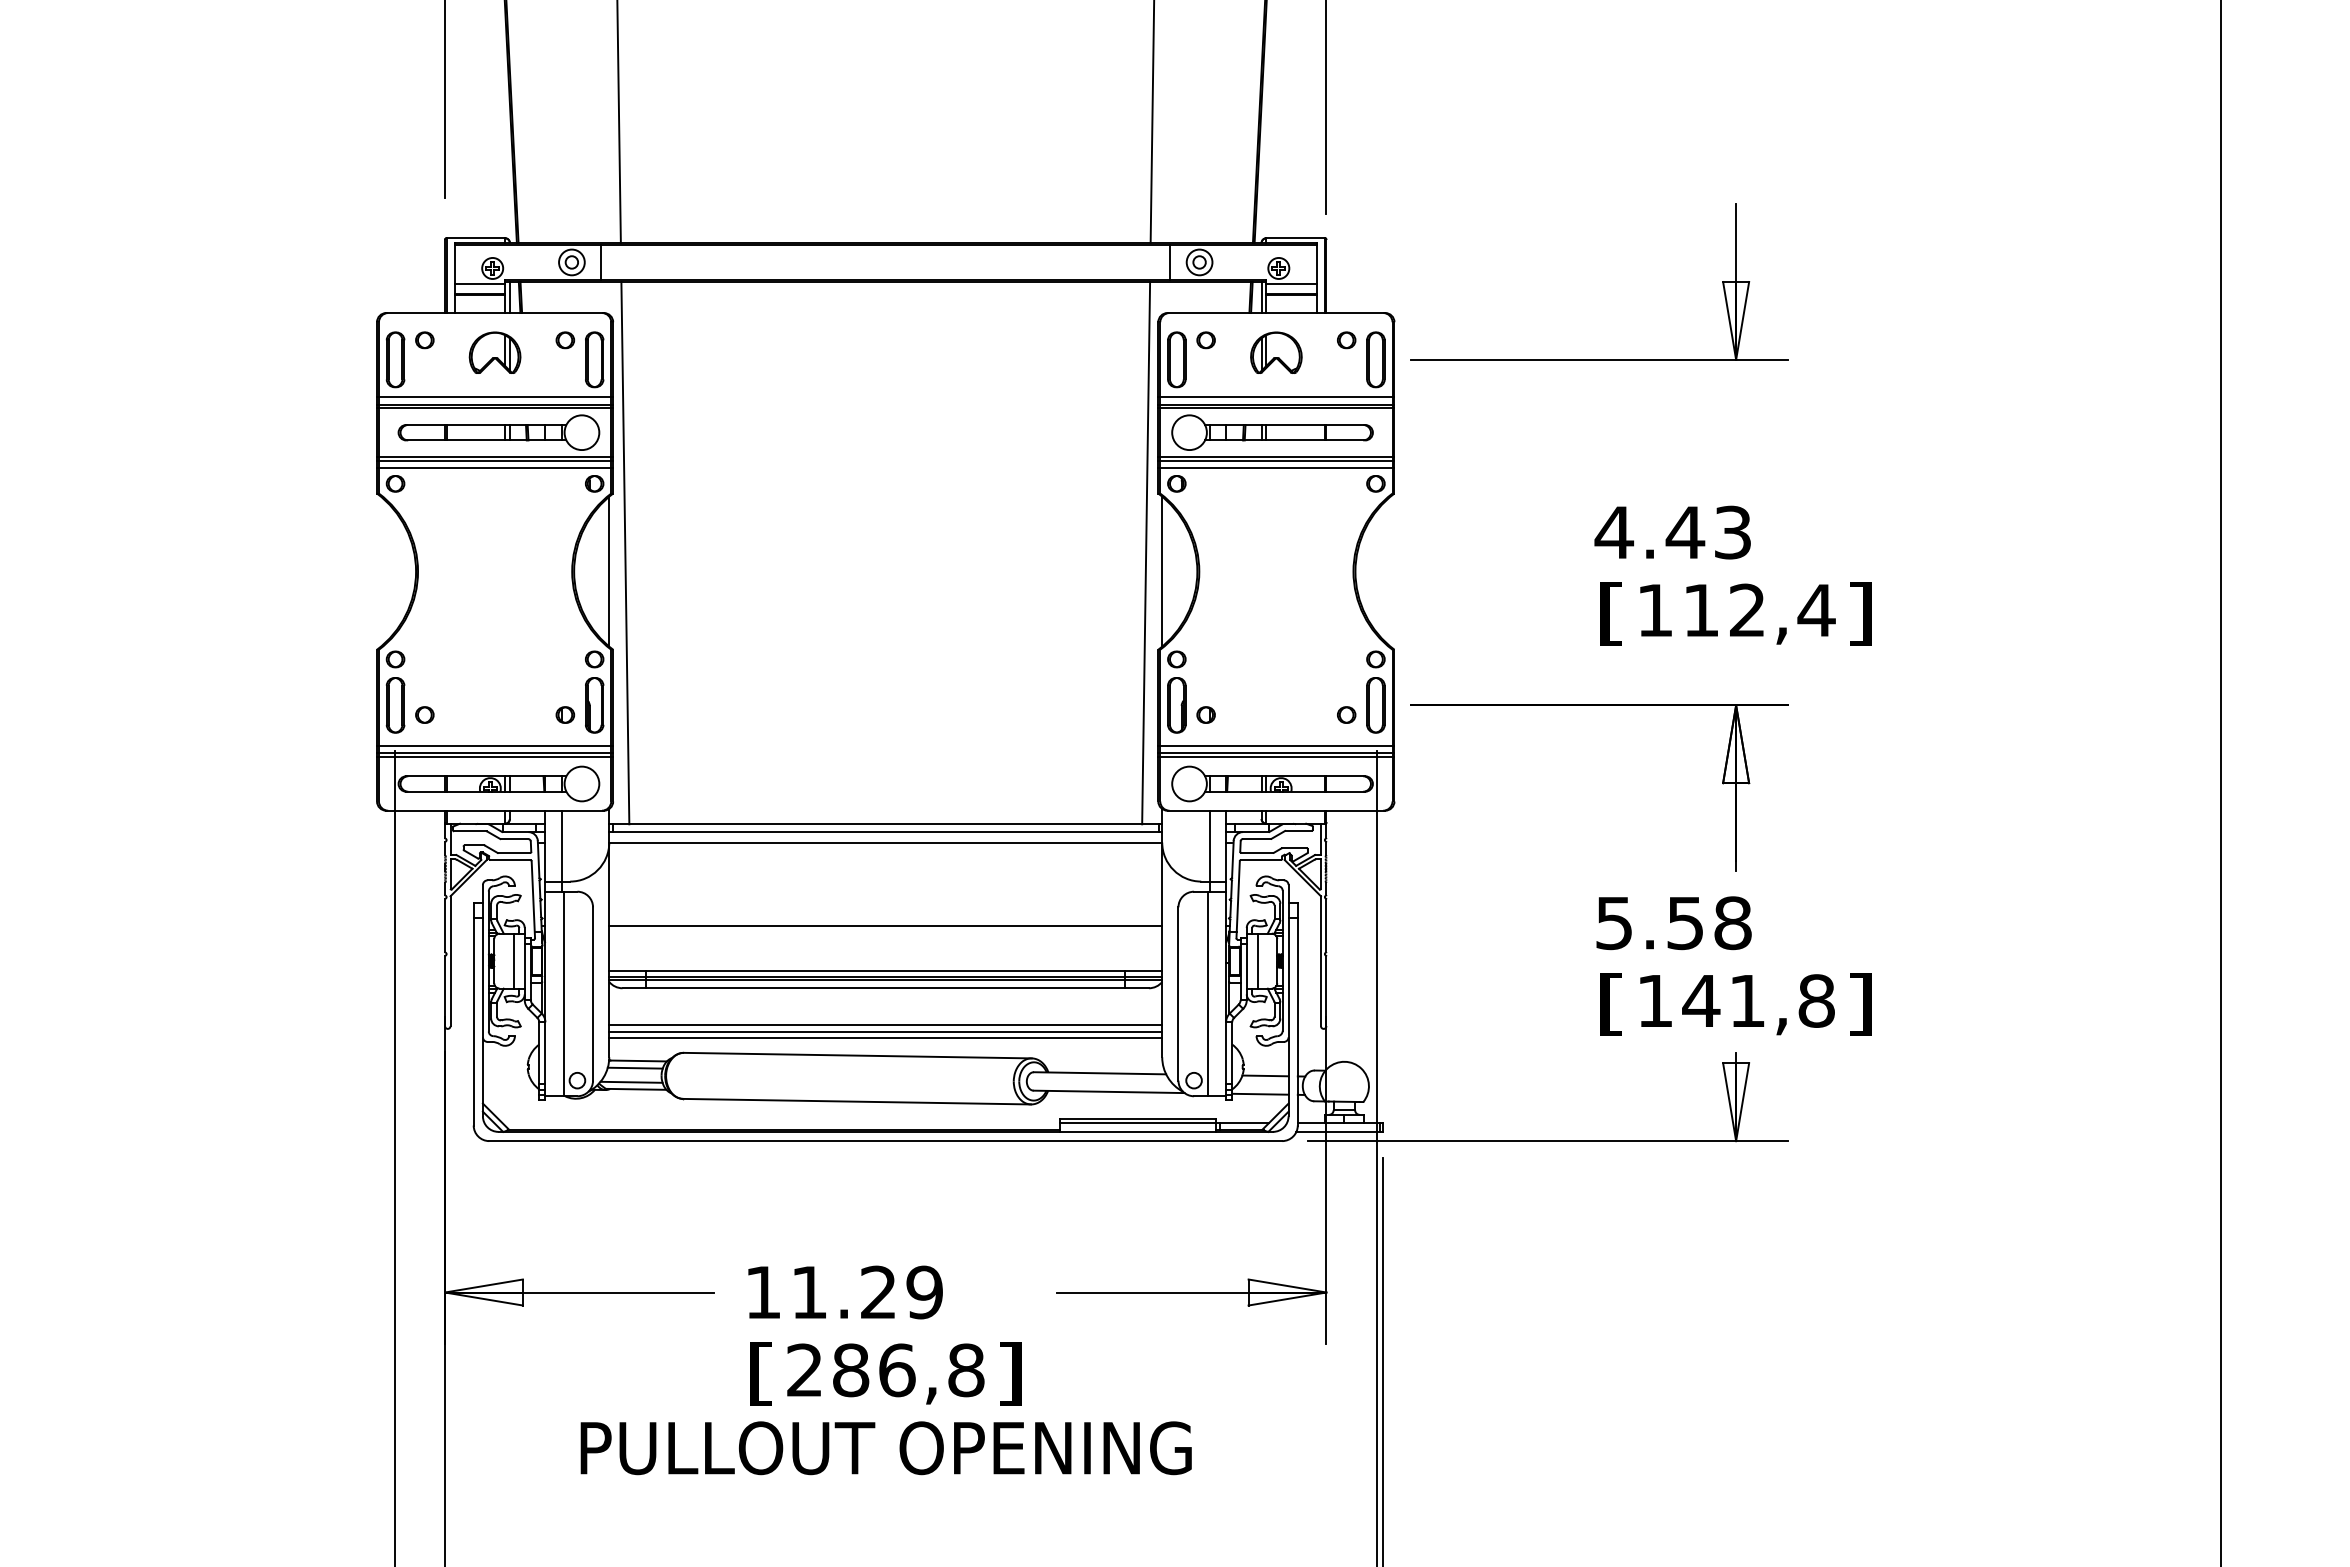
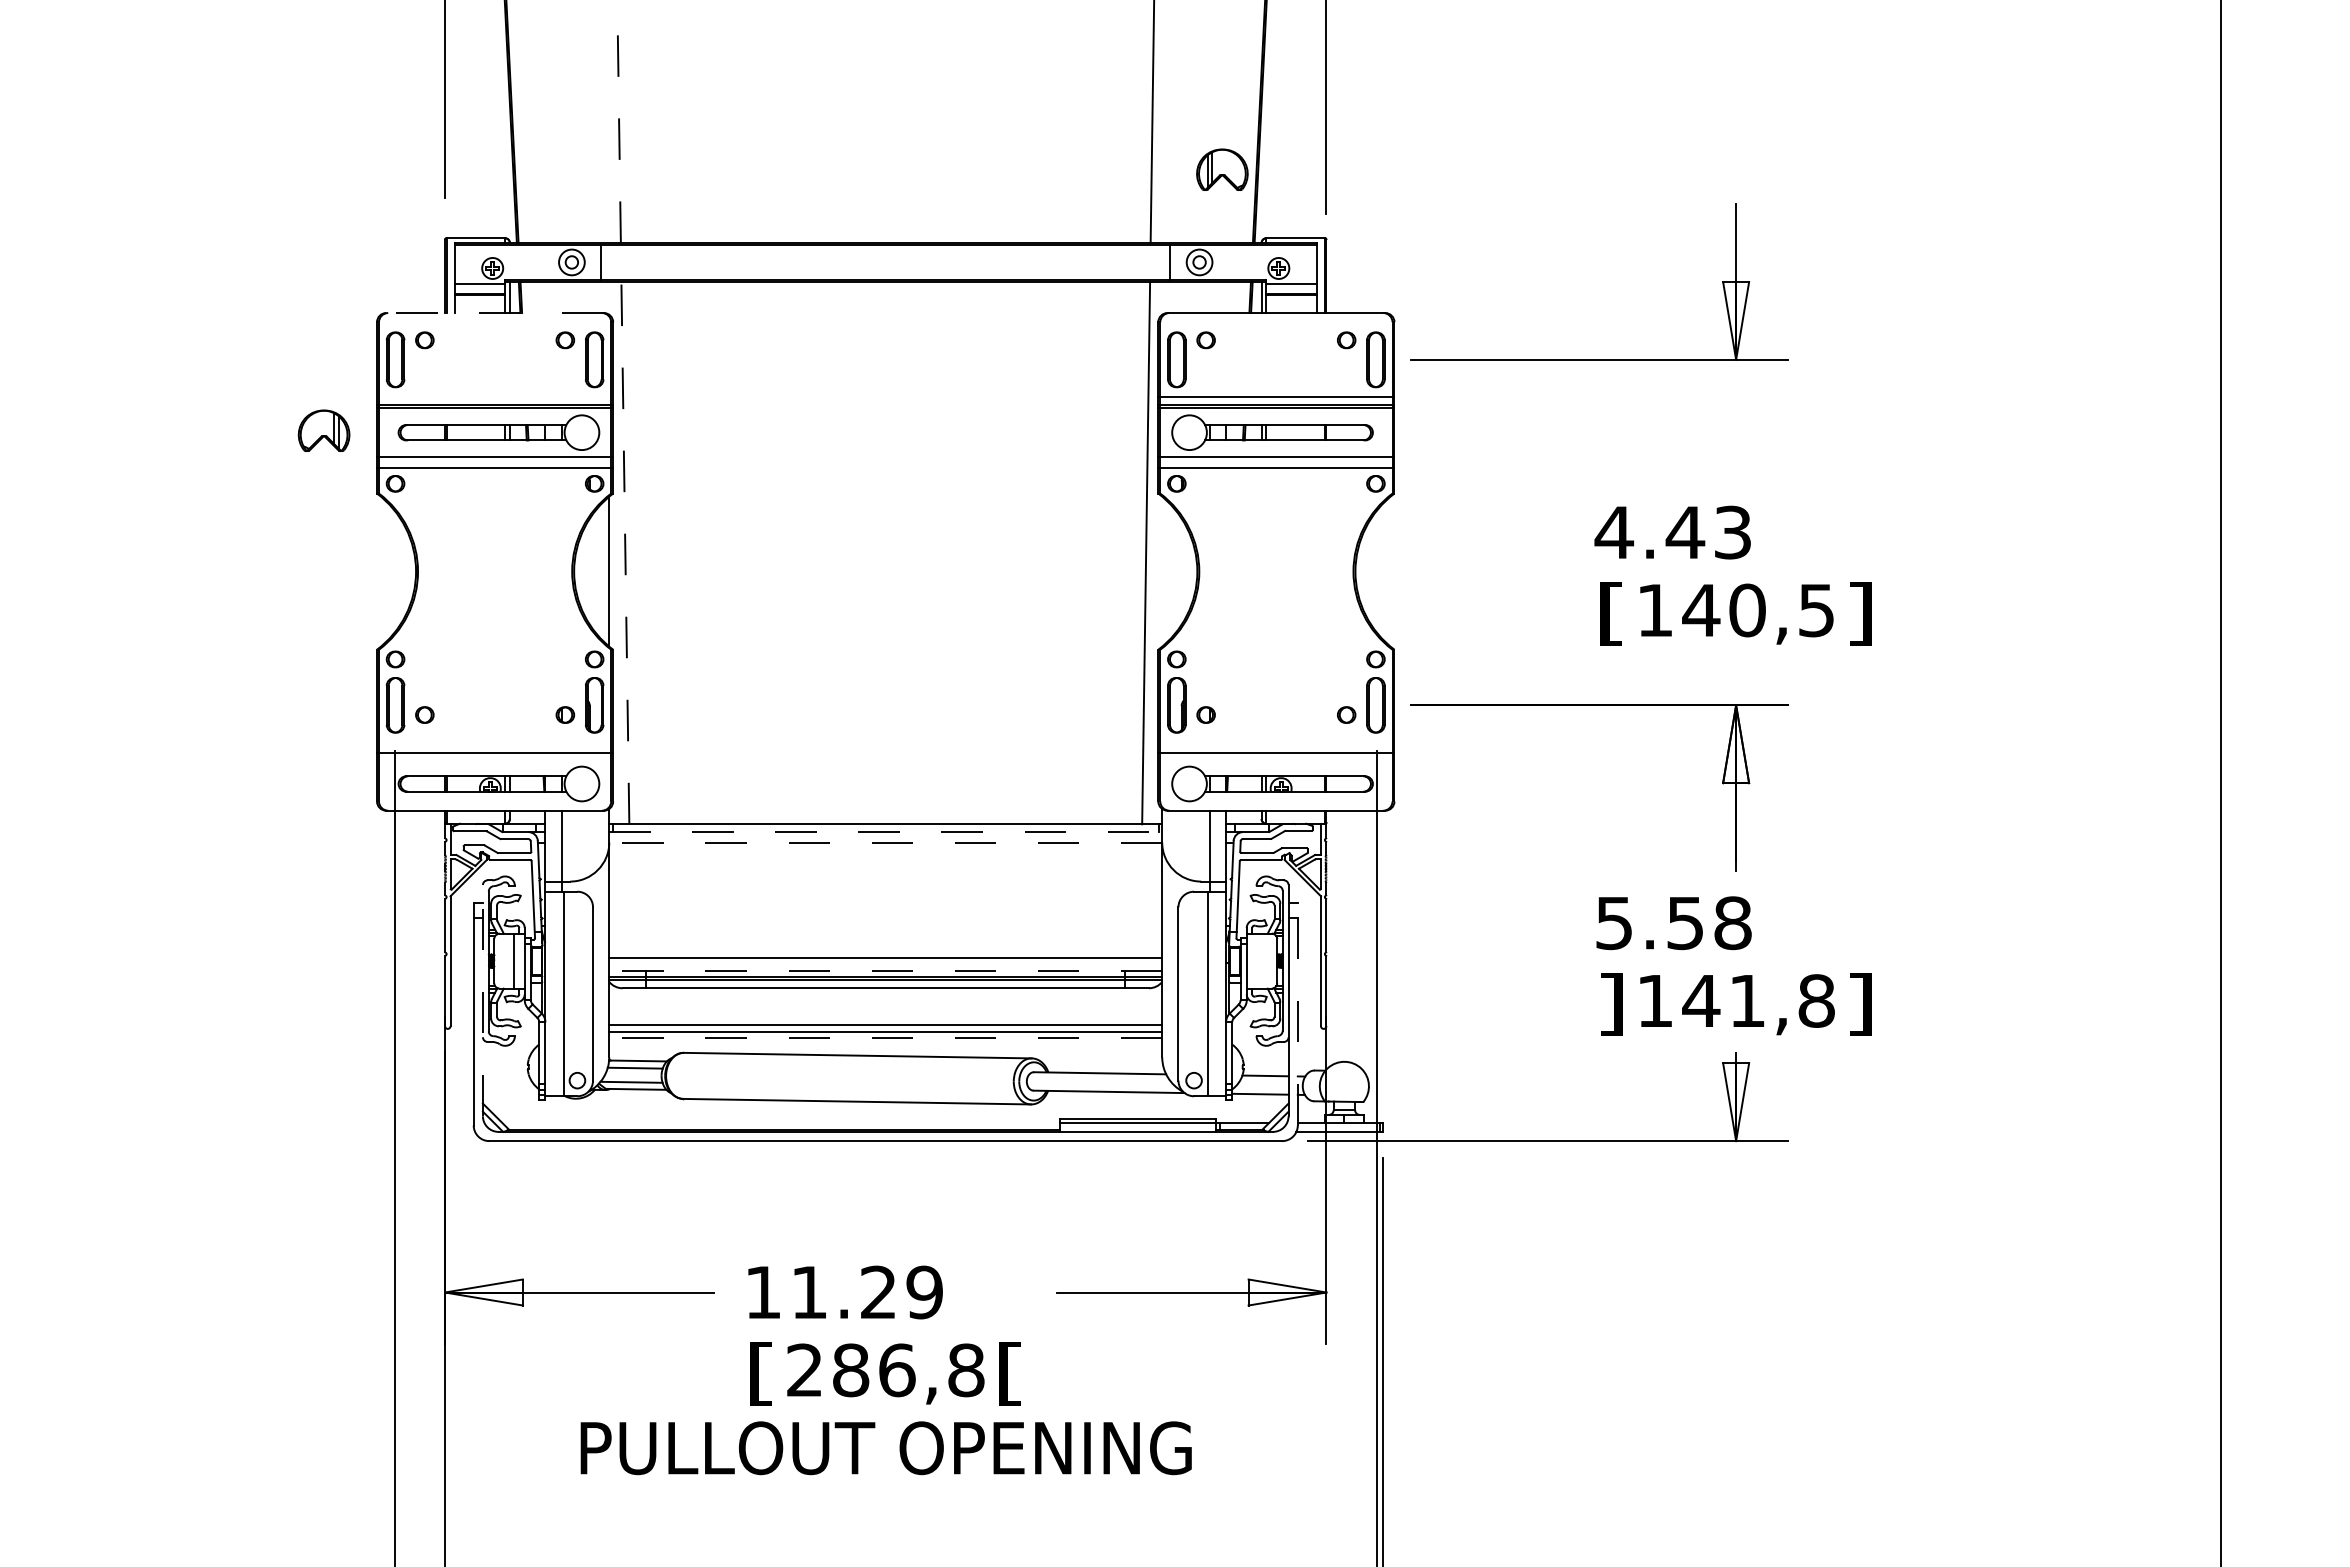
line at (619, 121): solid -> dashed
line at (495, 313): solid -> dashed
part at (494, 352) position: (494, 352) -> (323, 430)
part at (1276, 352) position: (1276, 352) -> (1222, 169)
line at (495, 397): present -> none
line at (495, 460): present -> none
line at (1276, 460): present -> none
line at (625, 552): solid -> dashed
line at (1162, 571): present -> none
text at (1758, 610): 112,4 -> 140,5
line at (495, 745): present -> none
line at (1276, 745): present -> none
line at (495, 757): present -> none
line at (1276, 757): present -> none
line at (886, 832): solid -> dashed
line at (885, 842): solid -> dashed
line at (885, 926) position: (885, 926) -> (885, 958)
line at (1257, 960): present -> none
line at (885, 971): solid -> dashed
line at (482, 1000): solid -> dashed
text at (1611, 1004): [ -> ]
line at (1297, 1013): solid -> dashed
line at (885, 1037): solid -> dashed
text at (1010, 1373): ] -> [
